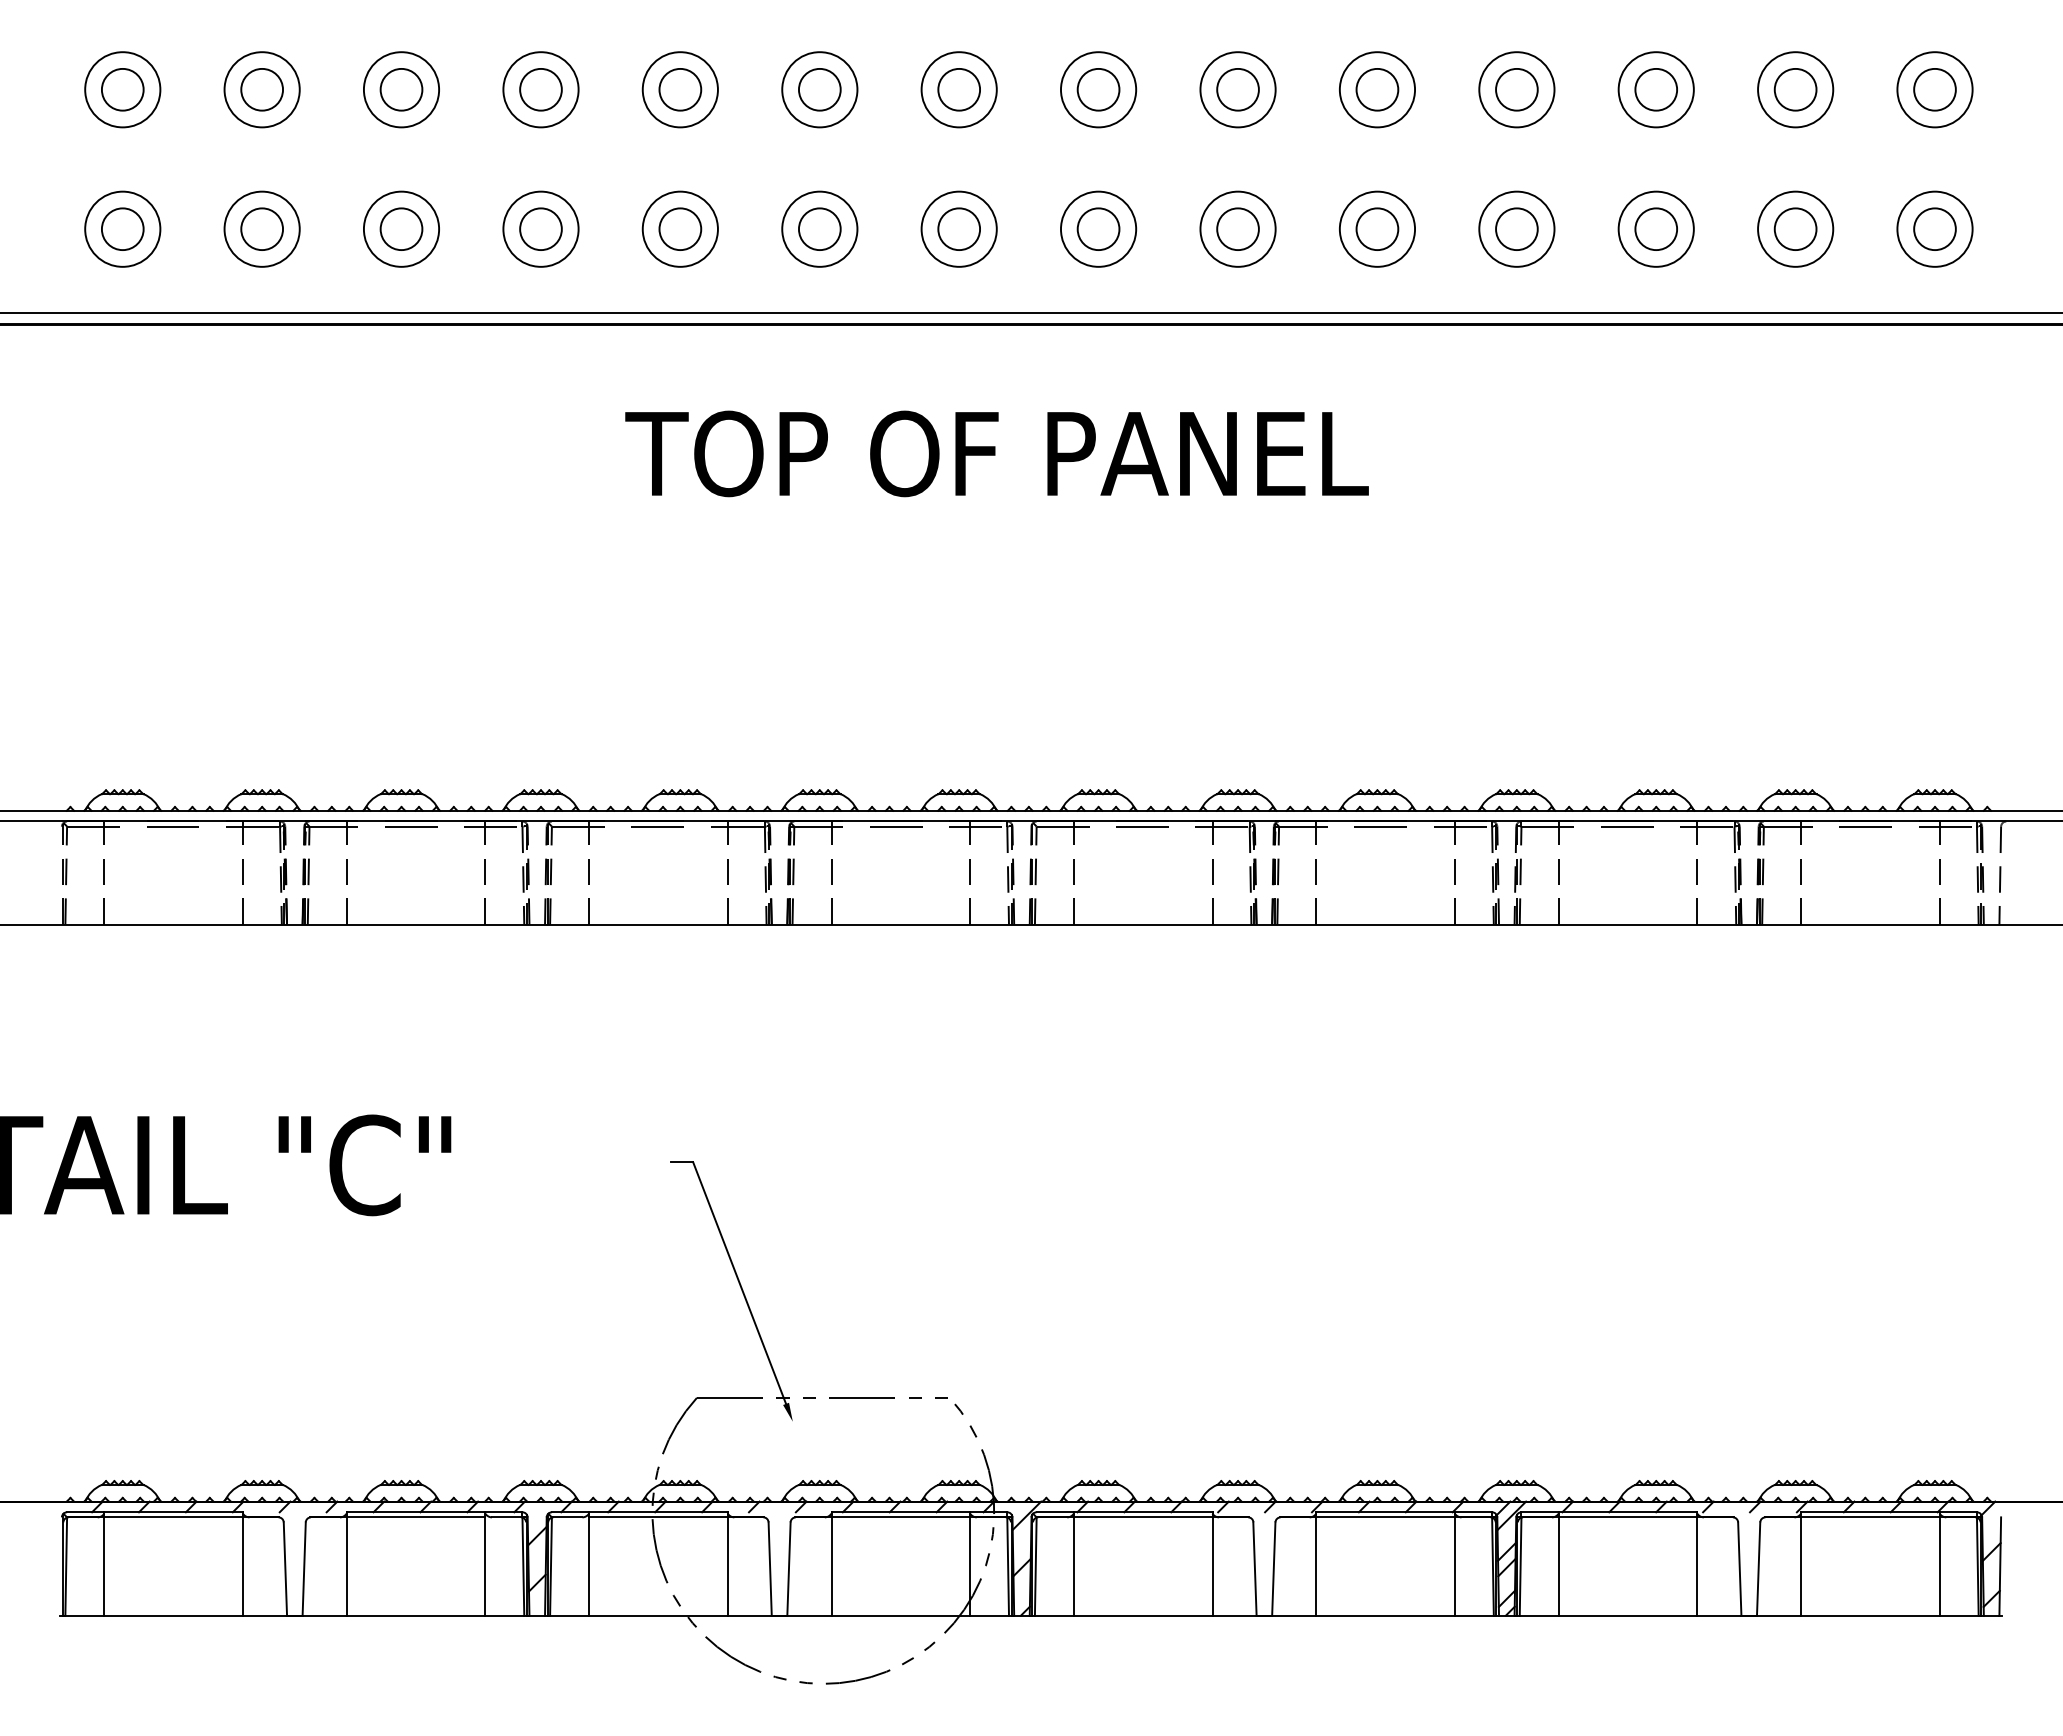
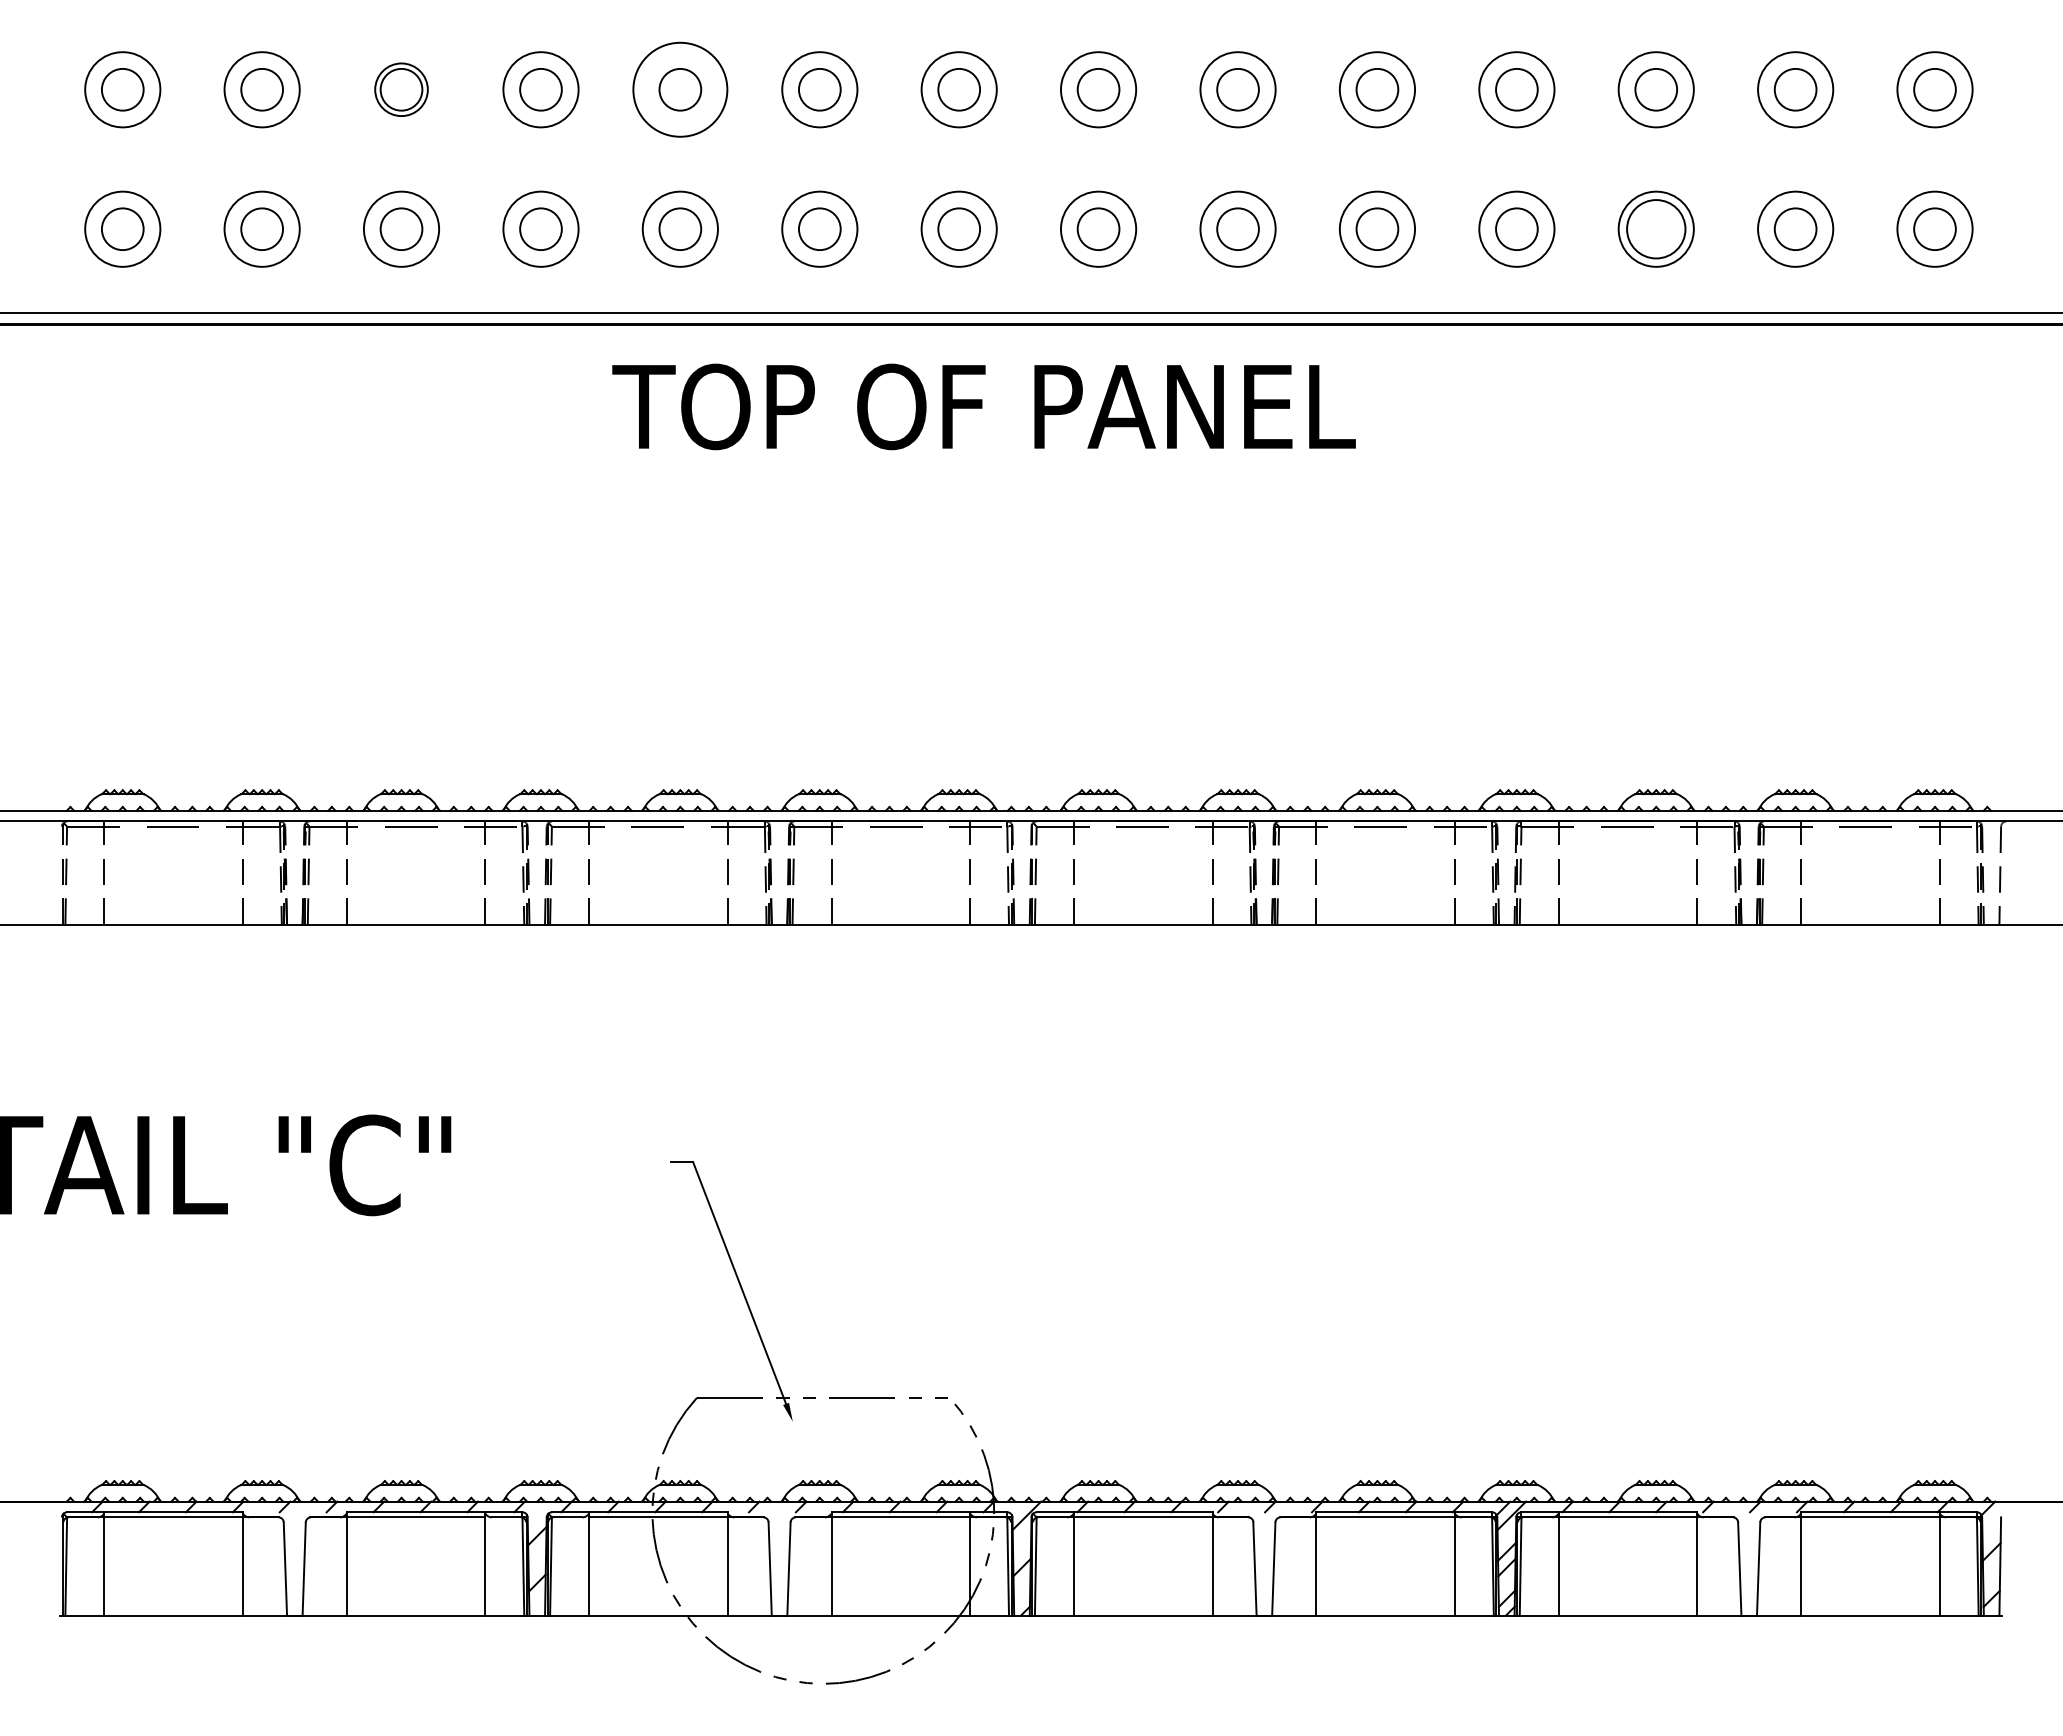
circle at (401, 89) diameter: 75 px -> 53 px
circle at (679, 89) diameter: 75 px -> 94 px
circle at (1656, 229) diameter: 42 px -> 58 px
text at (996, 453) position: (996, 453) -> (983, 406)
